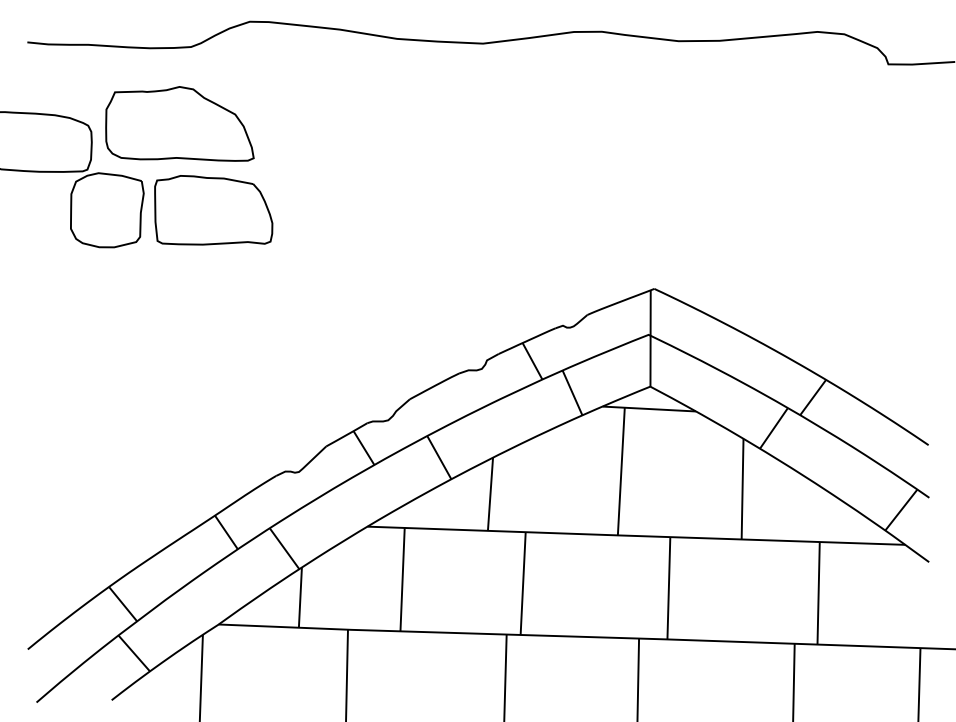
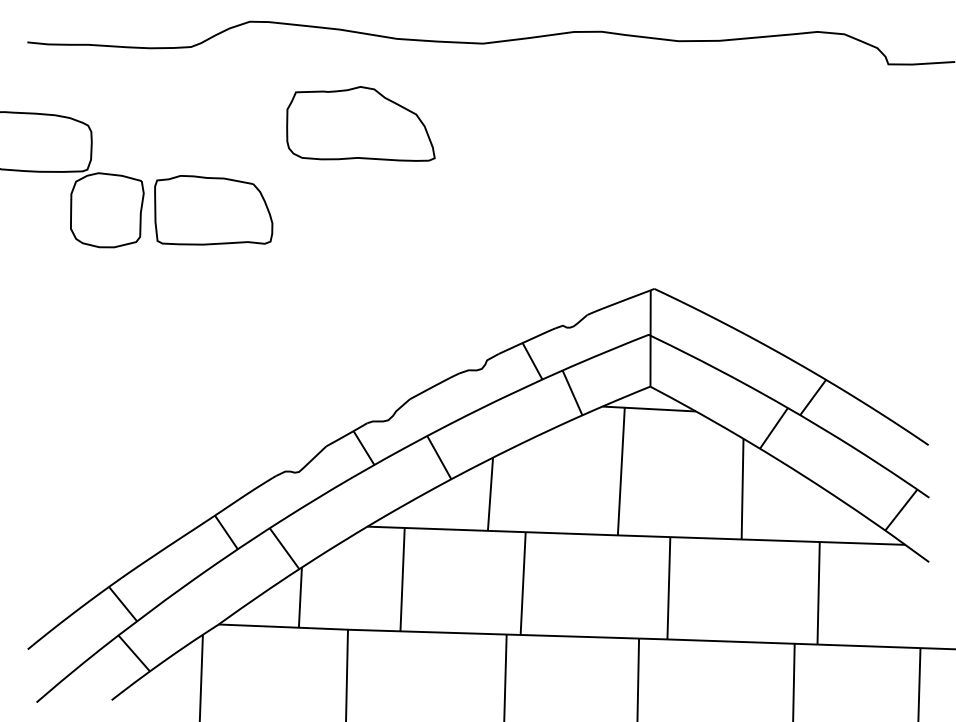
part at (179, 123) position: (179, 123) -> (360, 123)
